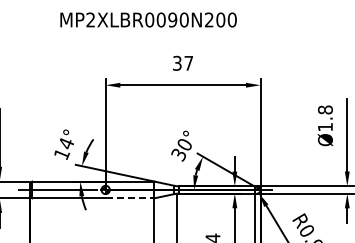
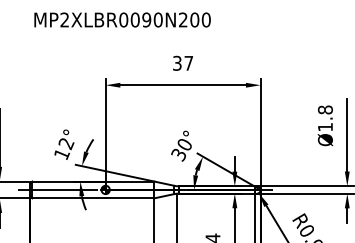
text at (148, 19) position: (148, 19) -> (122, 19)
text at (66, 144): 14° -> 12°
line at (130, 198): dashed -> solid
